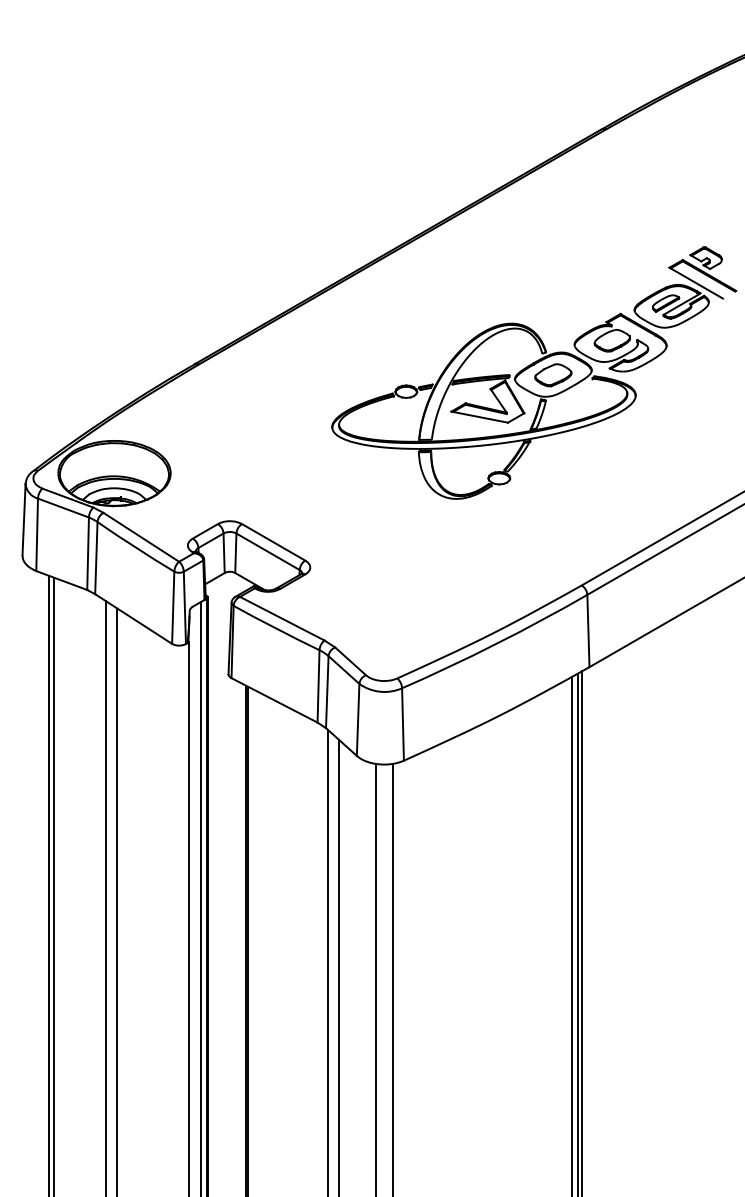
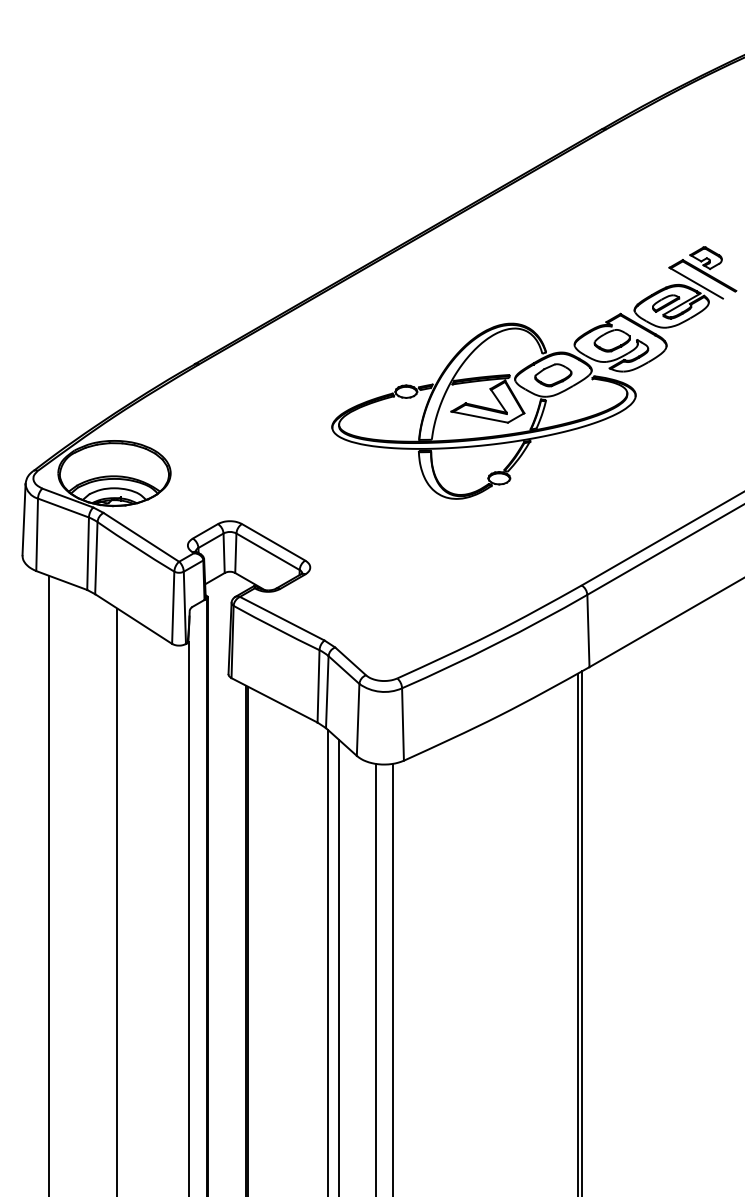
line at (54, 885): present -> none
line at (105, 897): present -> none
line at (200, 897): present -> none
line at (572, 934): present -> none
